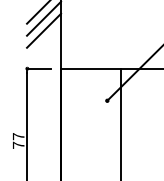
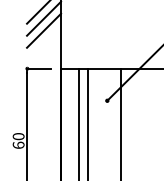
line at (79, 122): none -> present
line at (87, 122): none -> present
text at (18, 140): 77 -> 60
